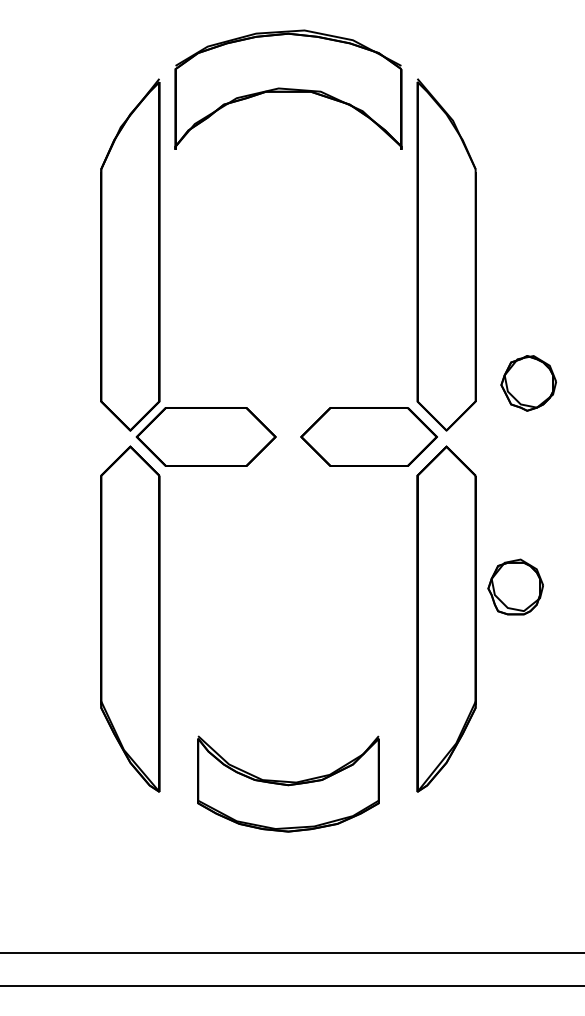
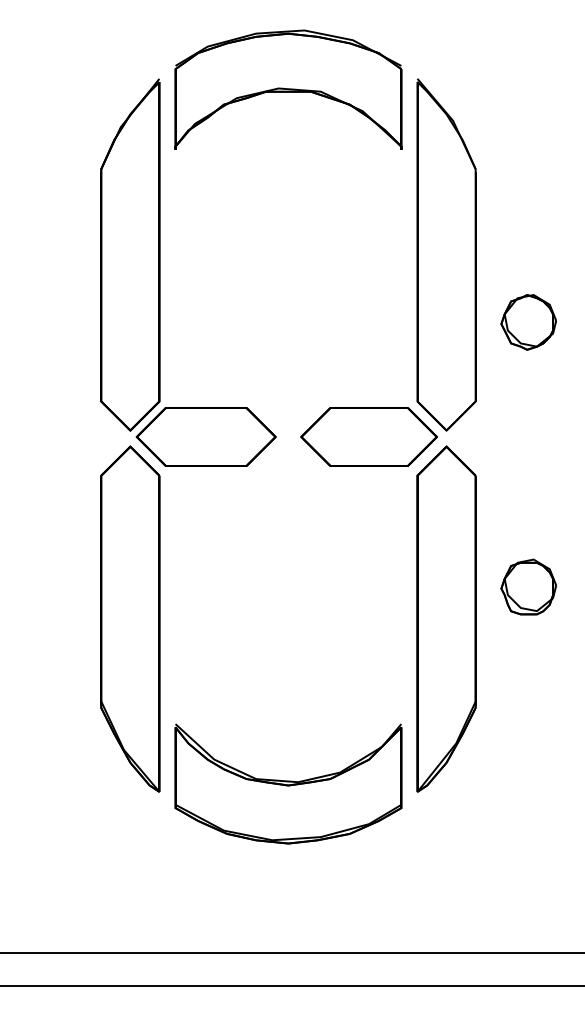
part at (528, 383) position: (528, 383) -> (528, 322)
part at (515, 586) position: (515, 586) -> (528, 586)
part at (288, 783) size: 183x98 px -> 229x122 px
